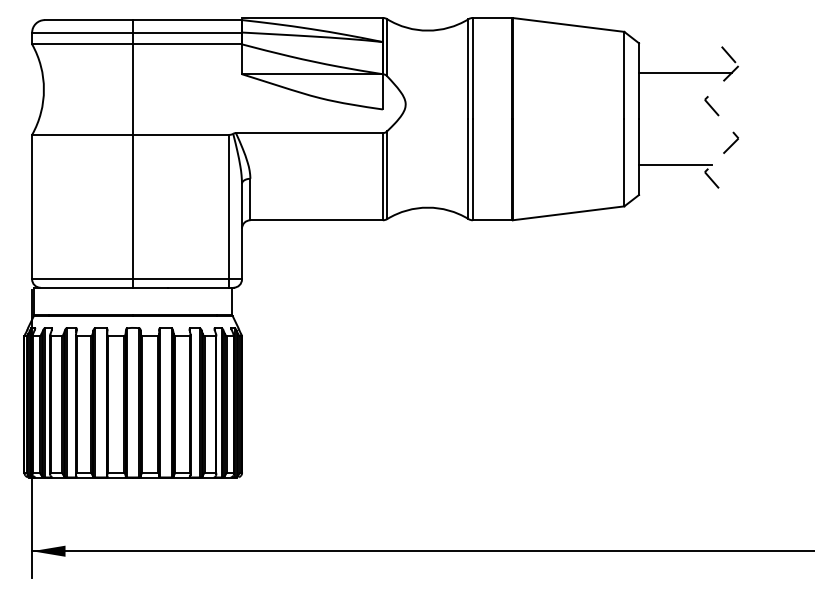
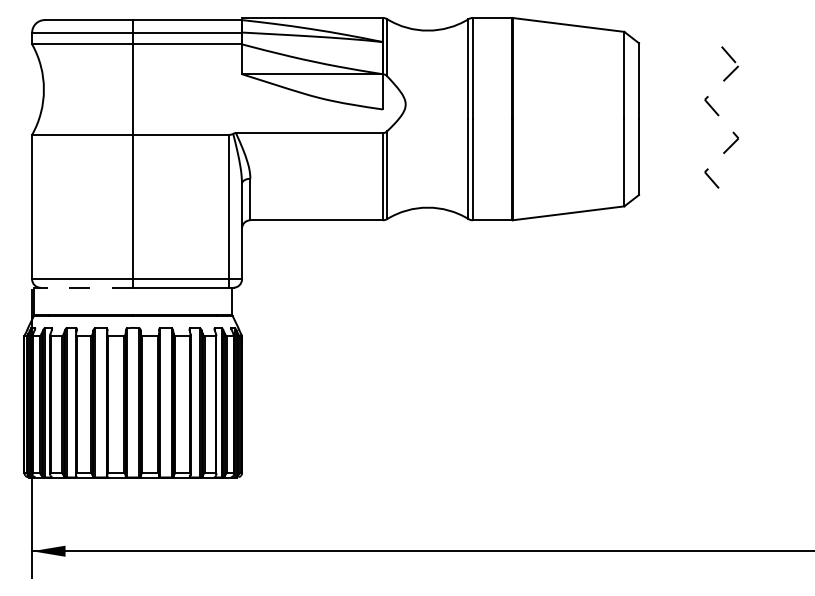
line at (685, 73): present -> none
line at (675, 165): present -> none
line at (83, 287): solid -> dashed
